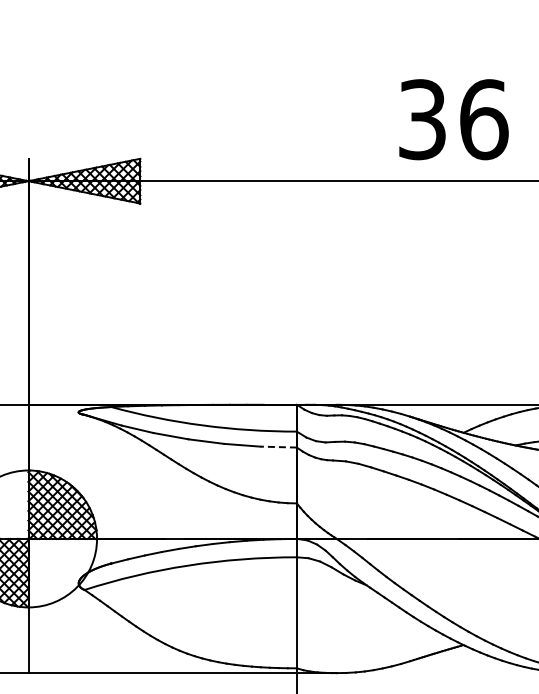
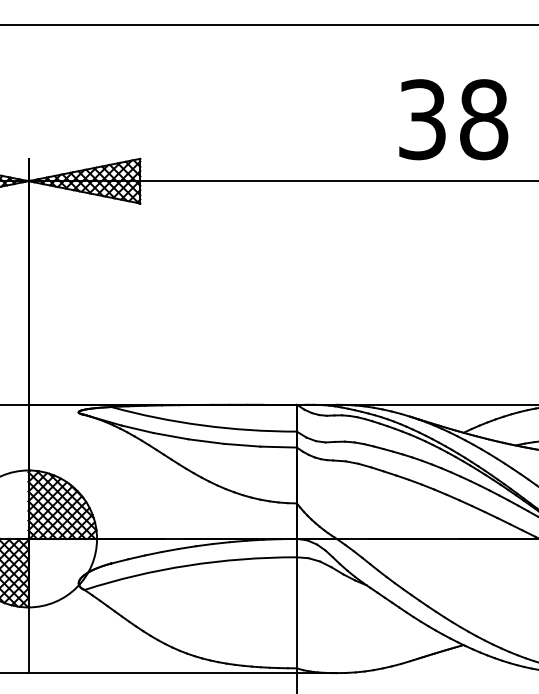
line at (268, 24): none -> present
text at (484, 119): 36 -> 38
line at (278, 447): dashed -> solid
